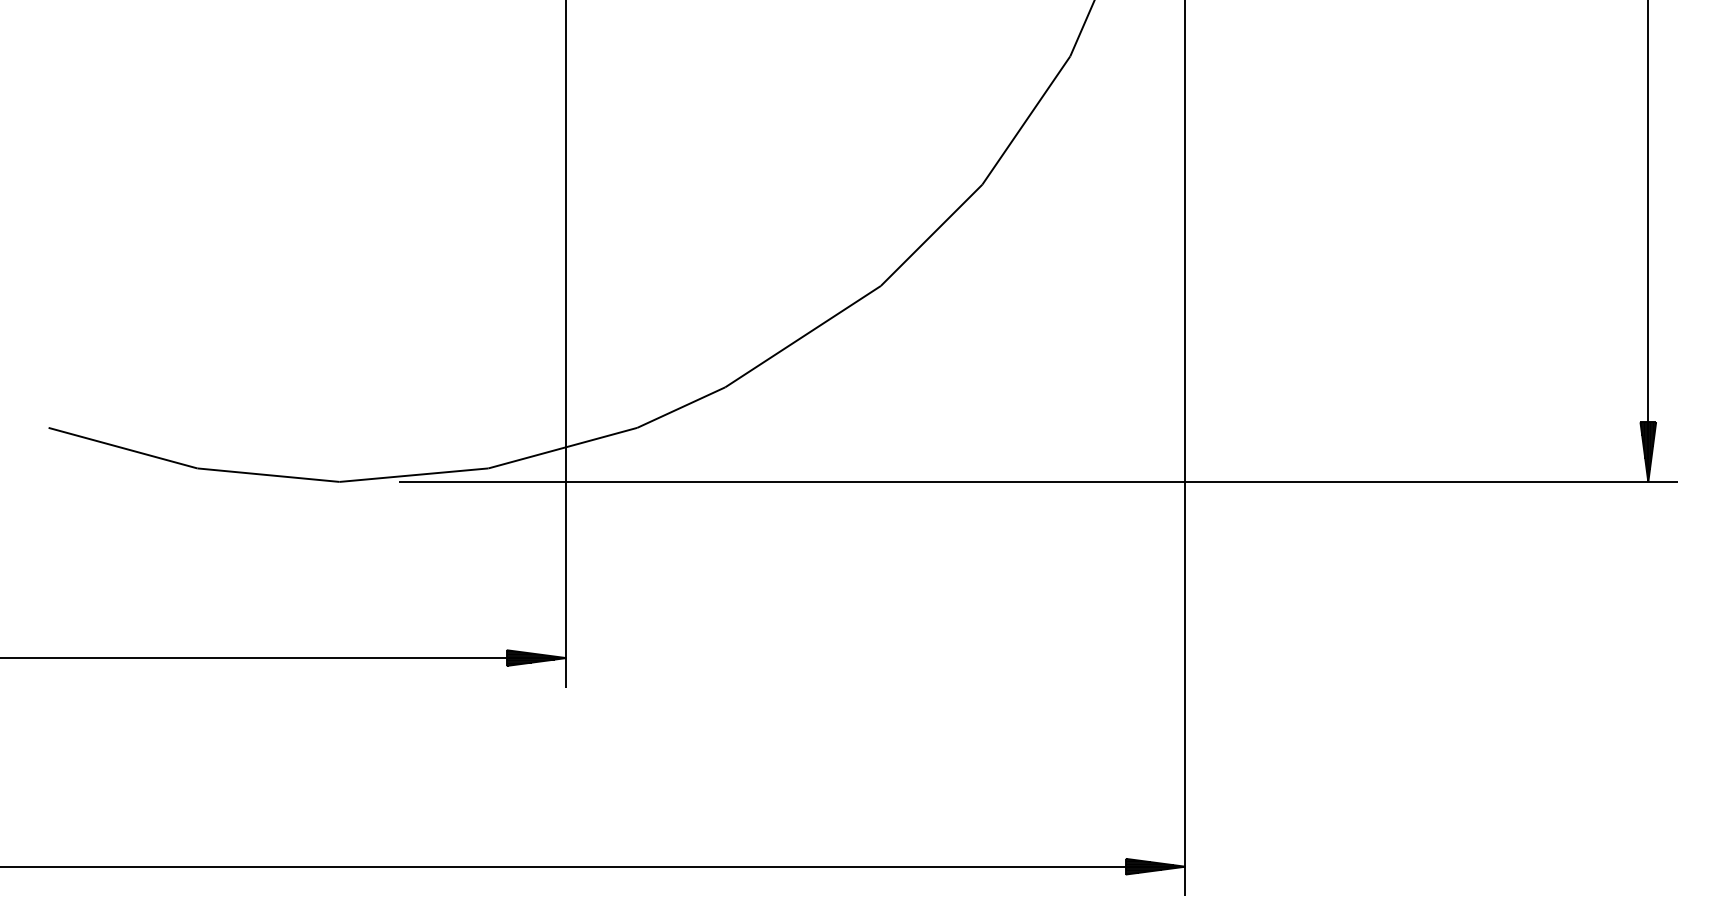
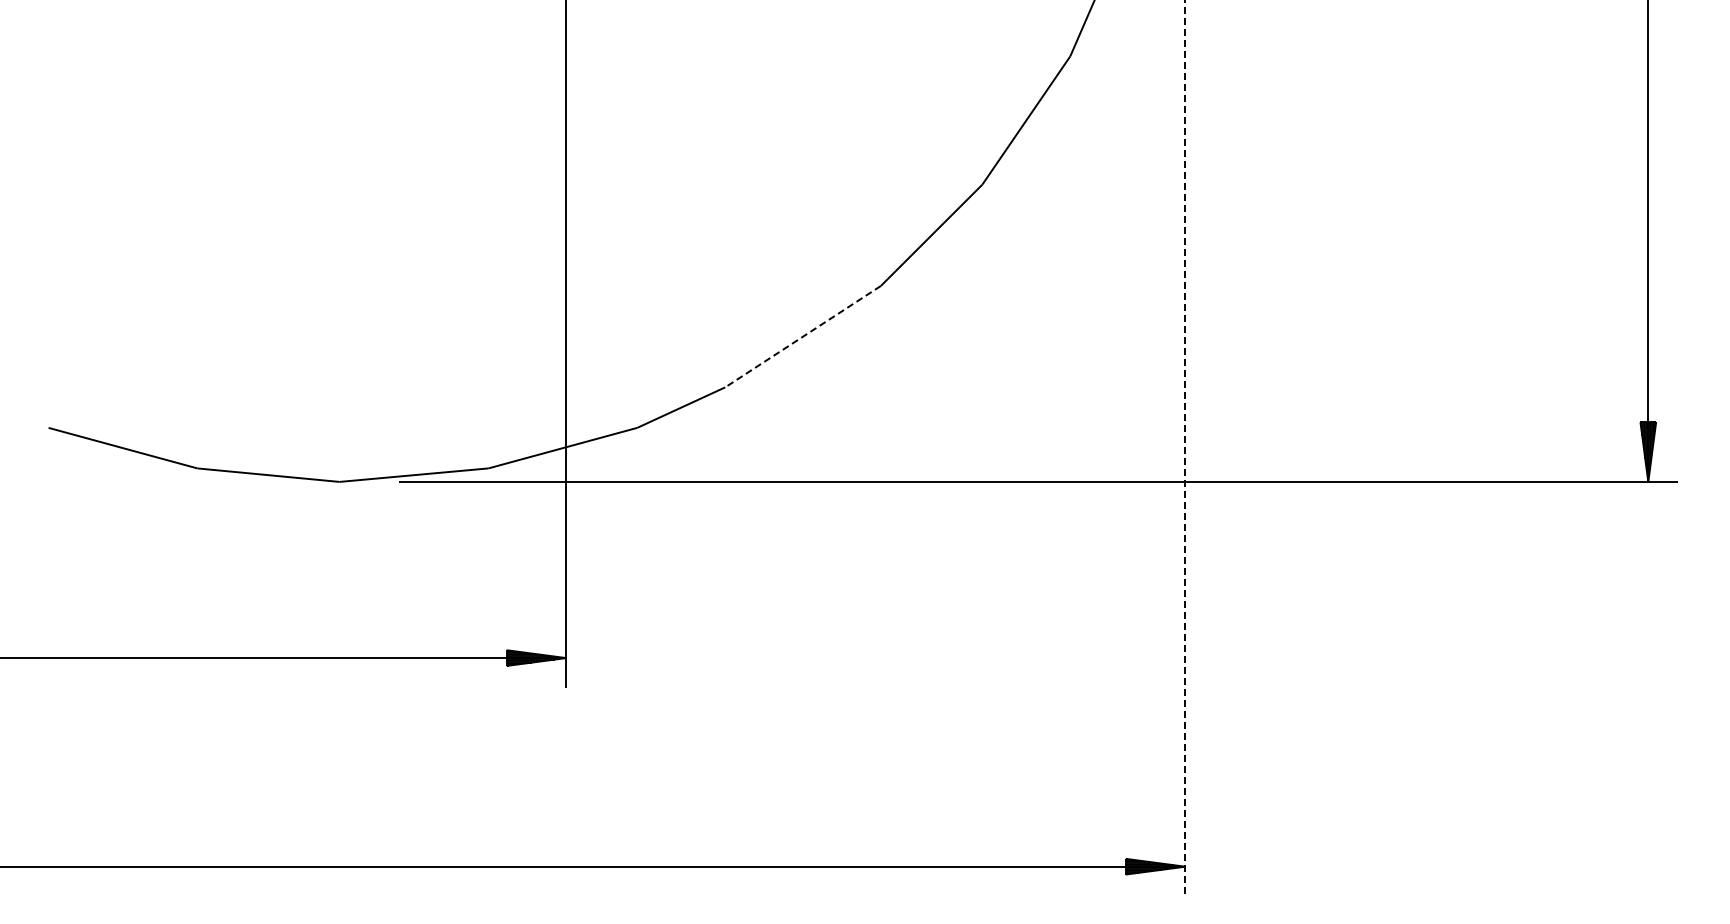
line at (803, 336): solid -> dashed
line at (1185, 448): solid -> dashed
